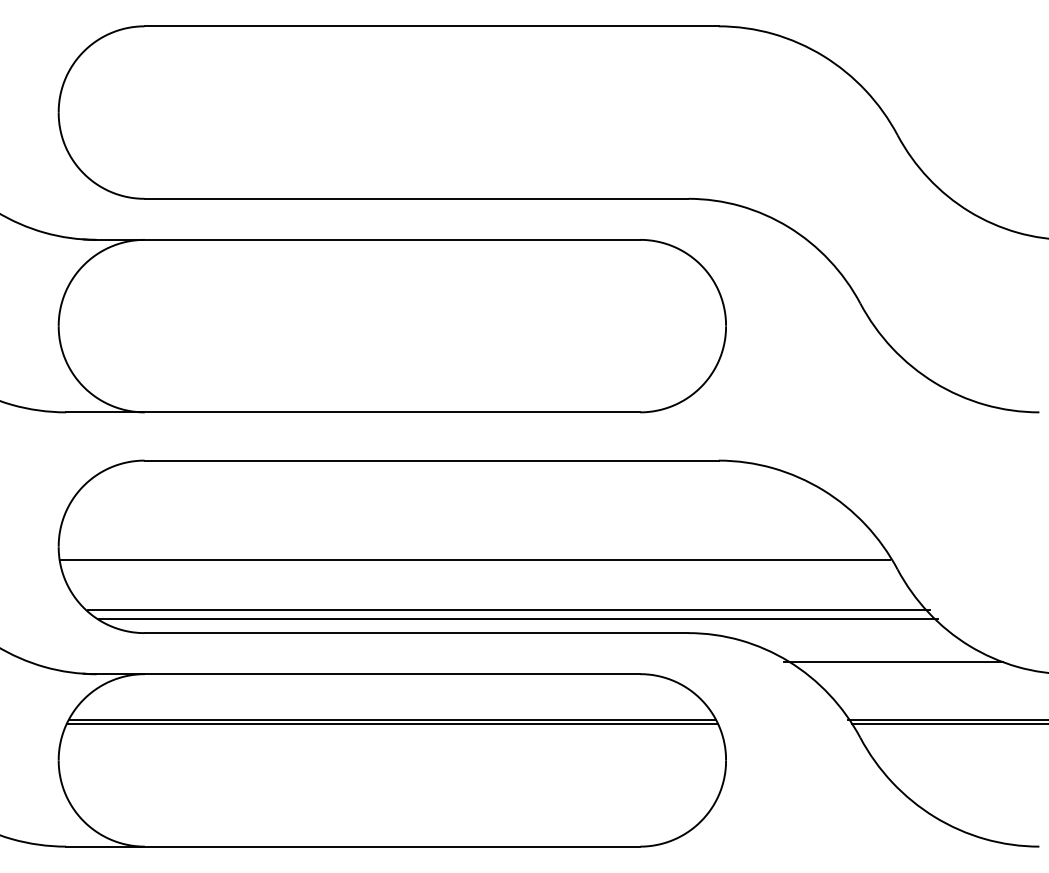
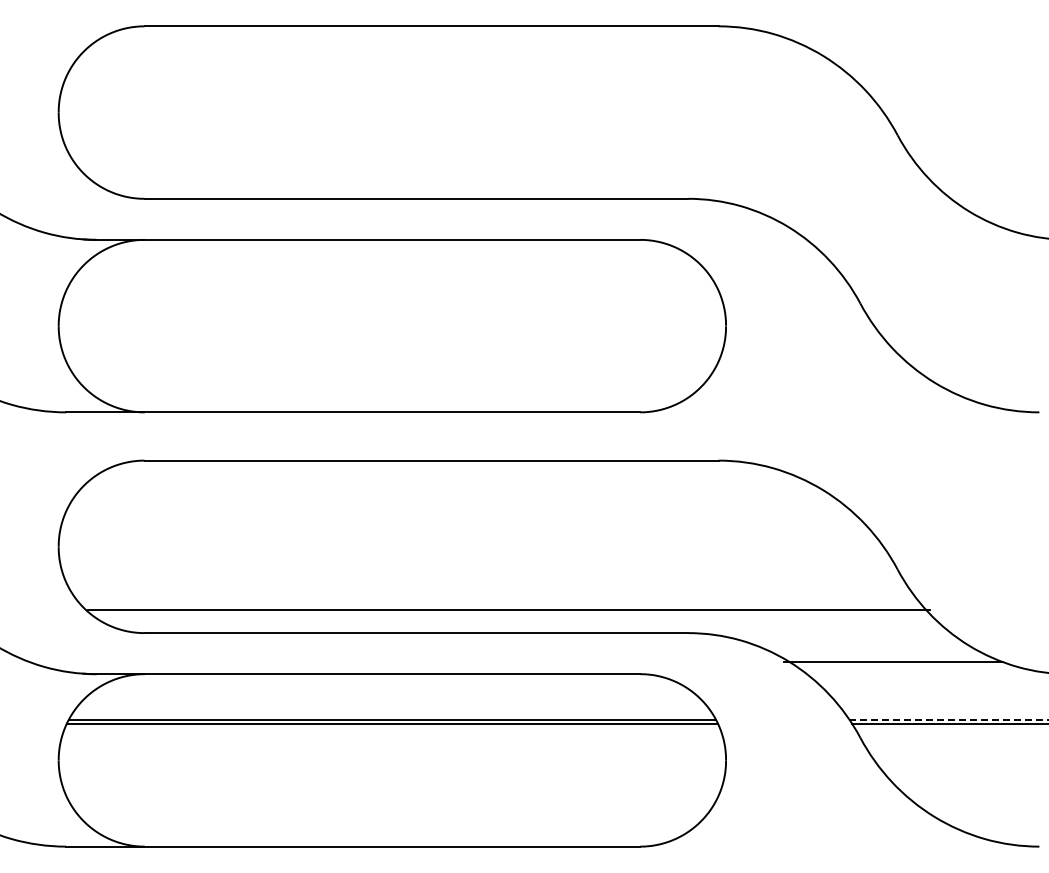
line at (475, 560): present -> none
line at (518, 619): present -> none
line at (948, 719): solid -> dashed
